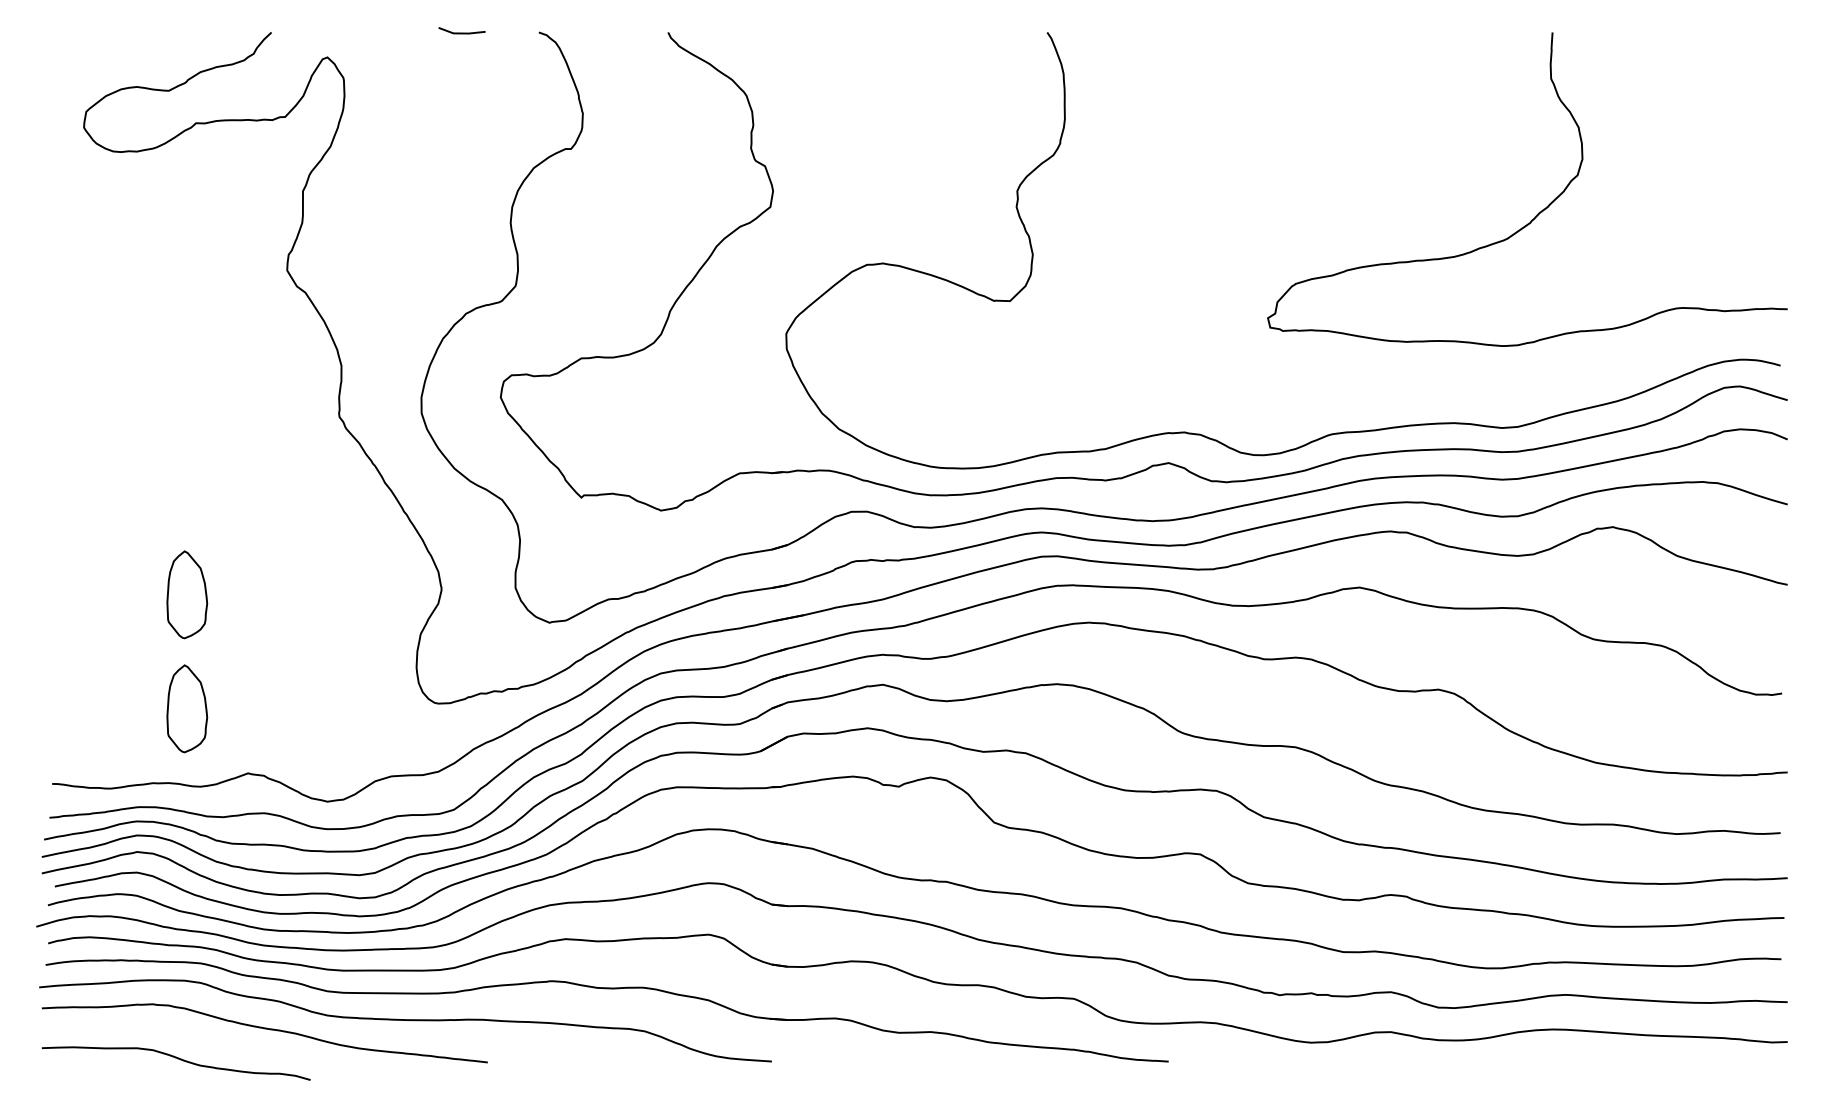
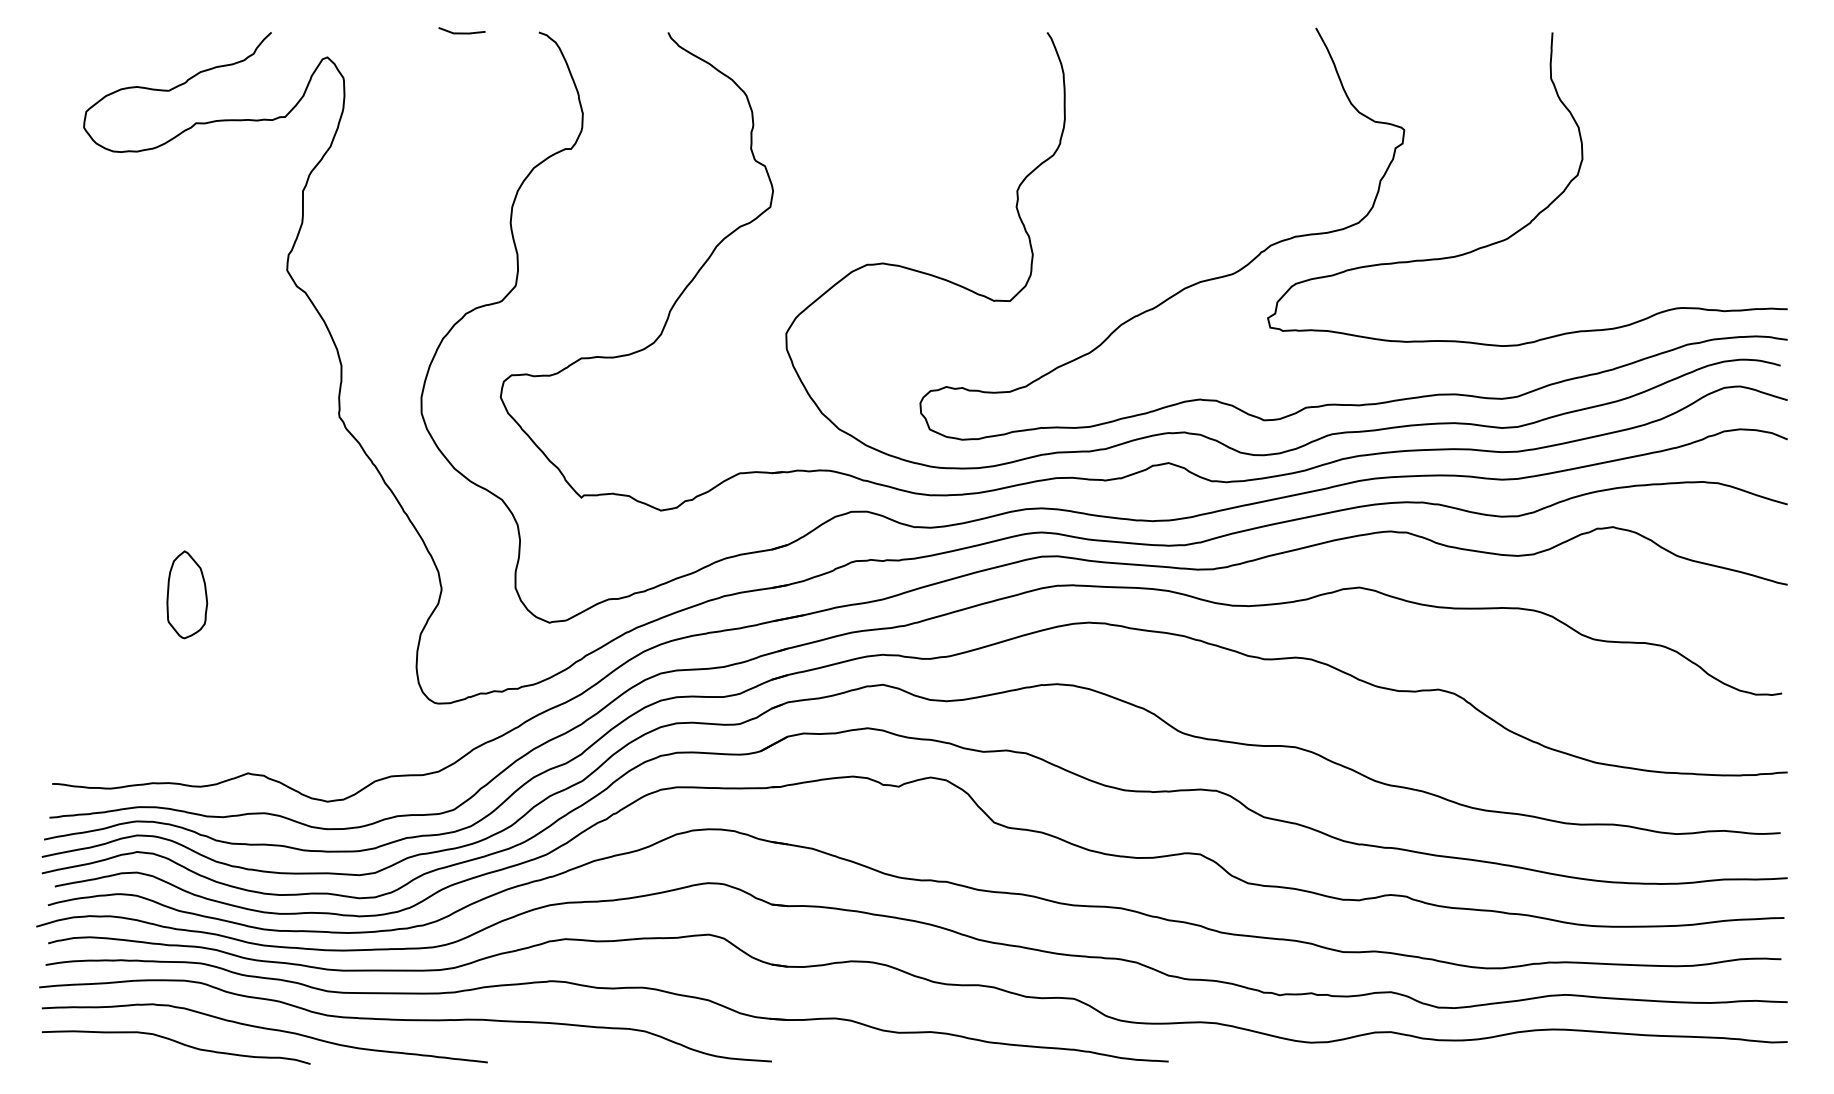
curve at (1350, 227): none -> present
part at (187, 708): present -> none
curve at (177, 1059) position: (177, 1059) -> (177, 1043)
